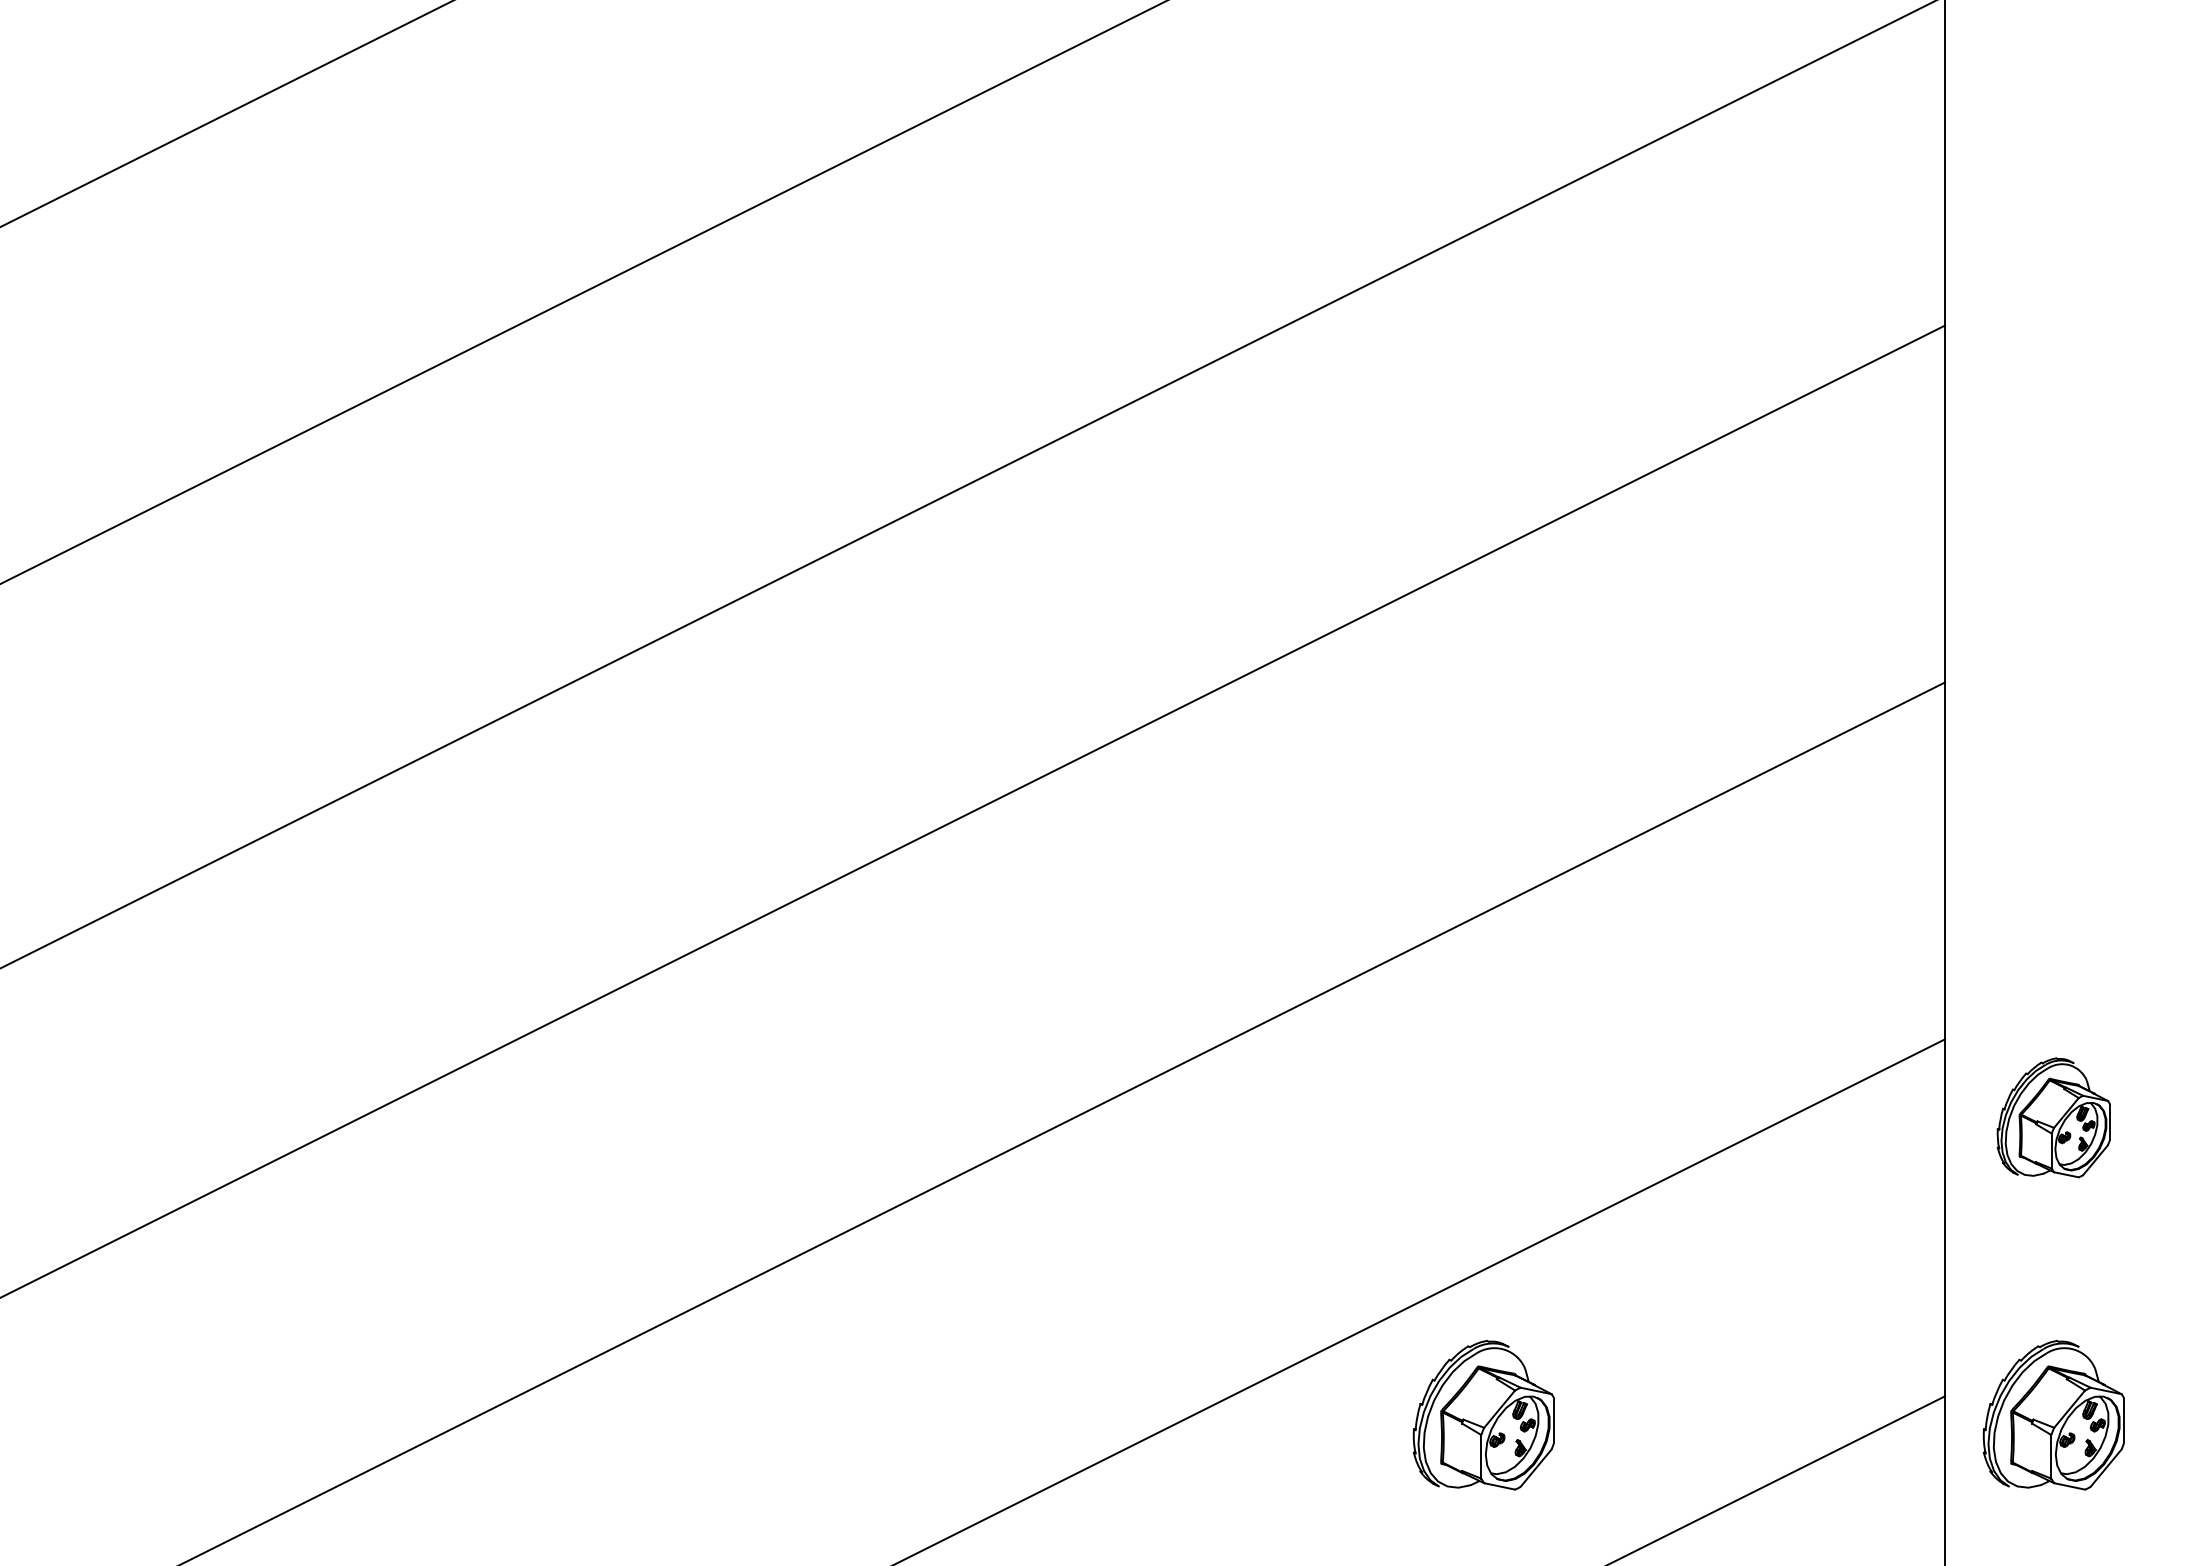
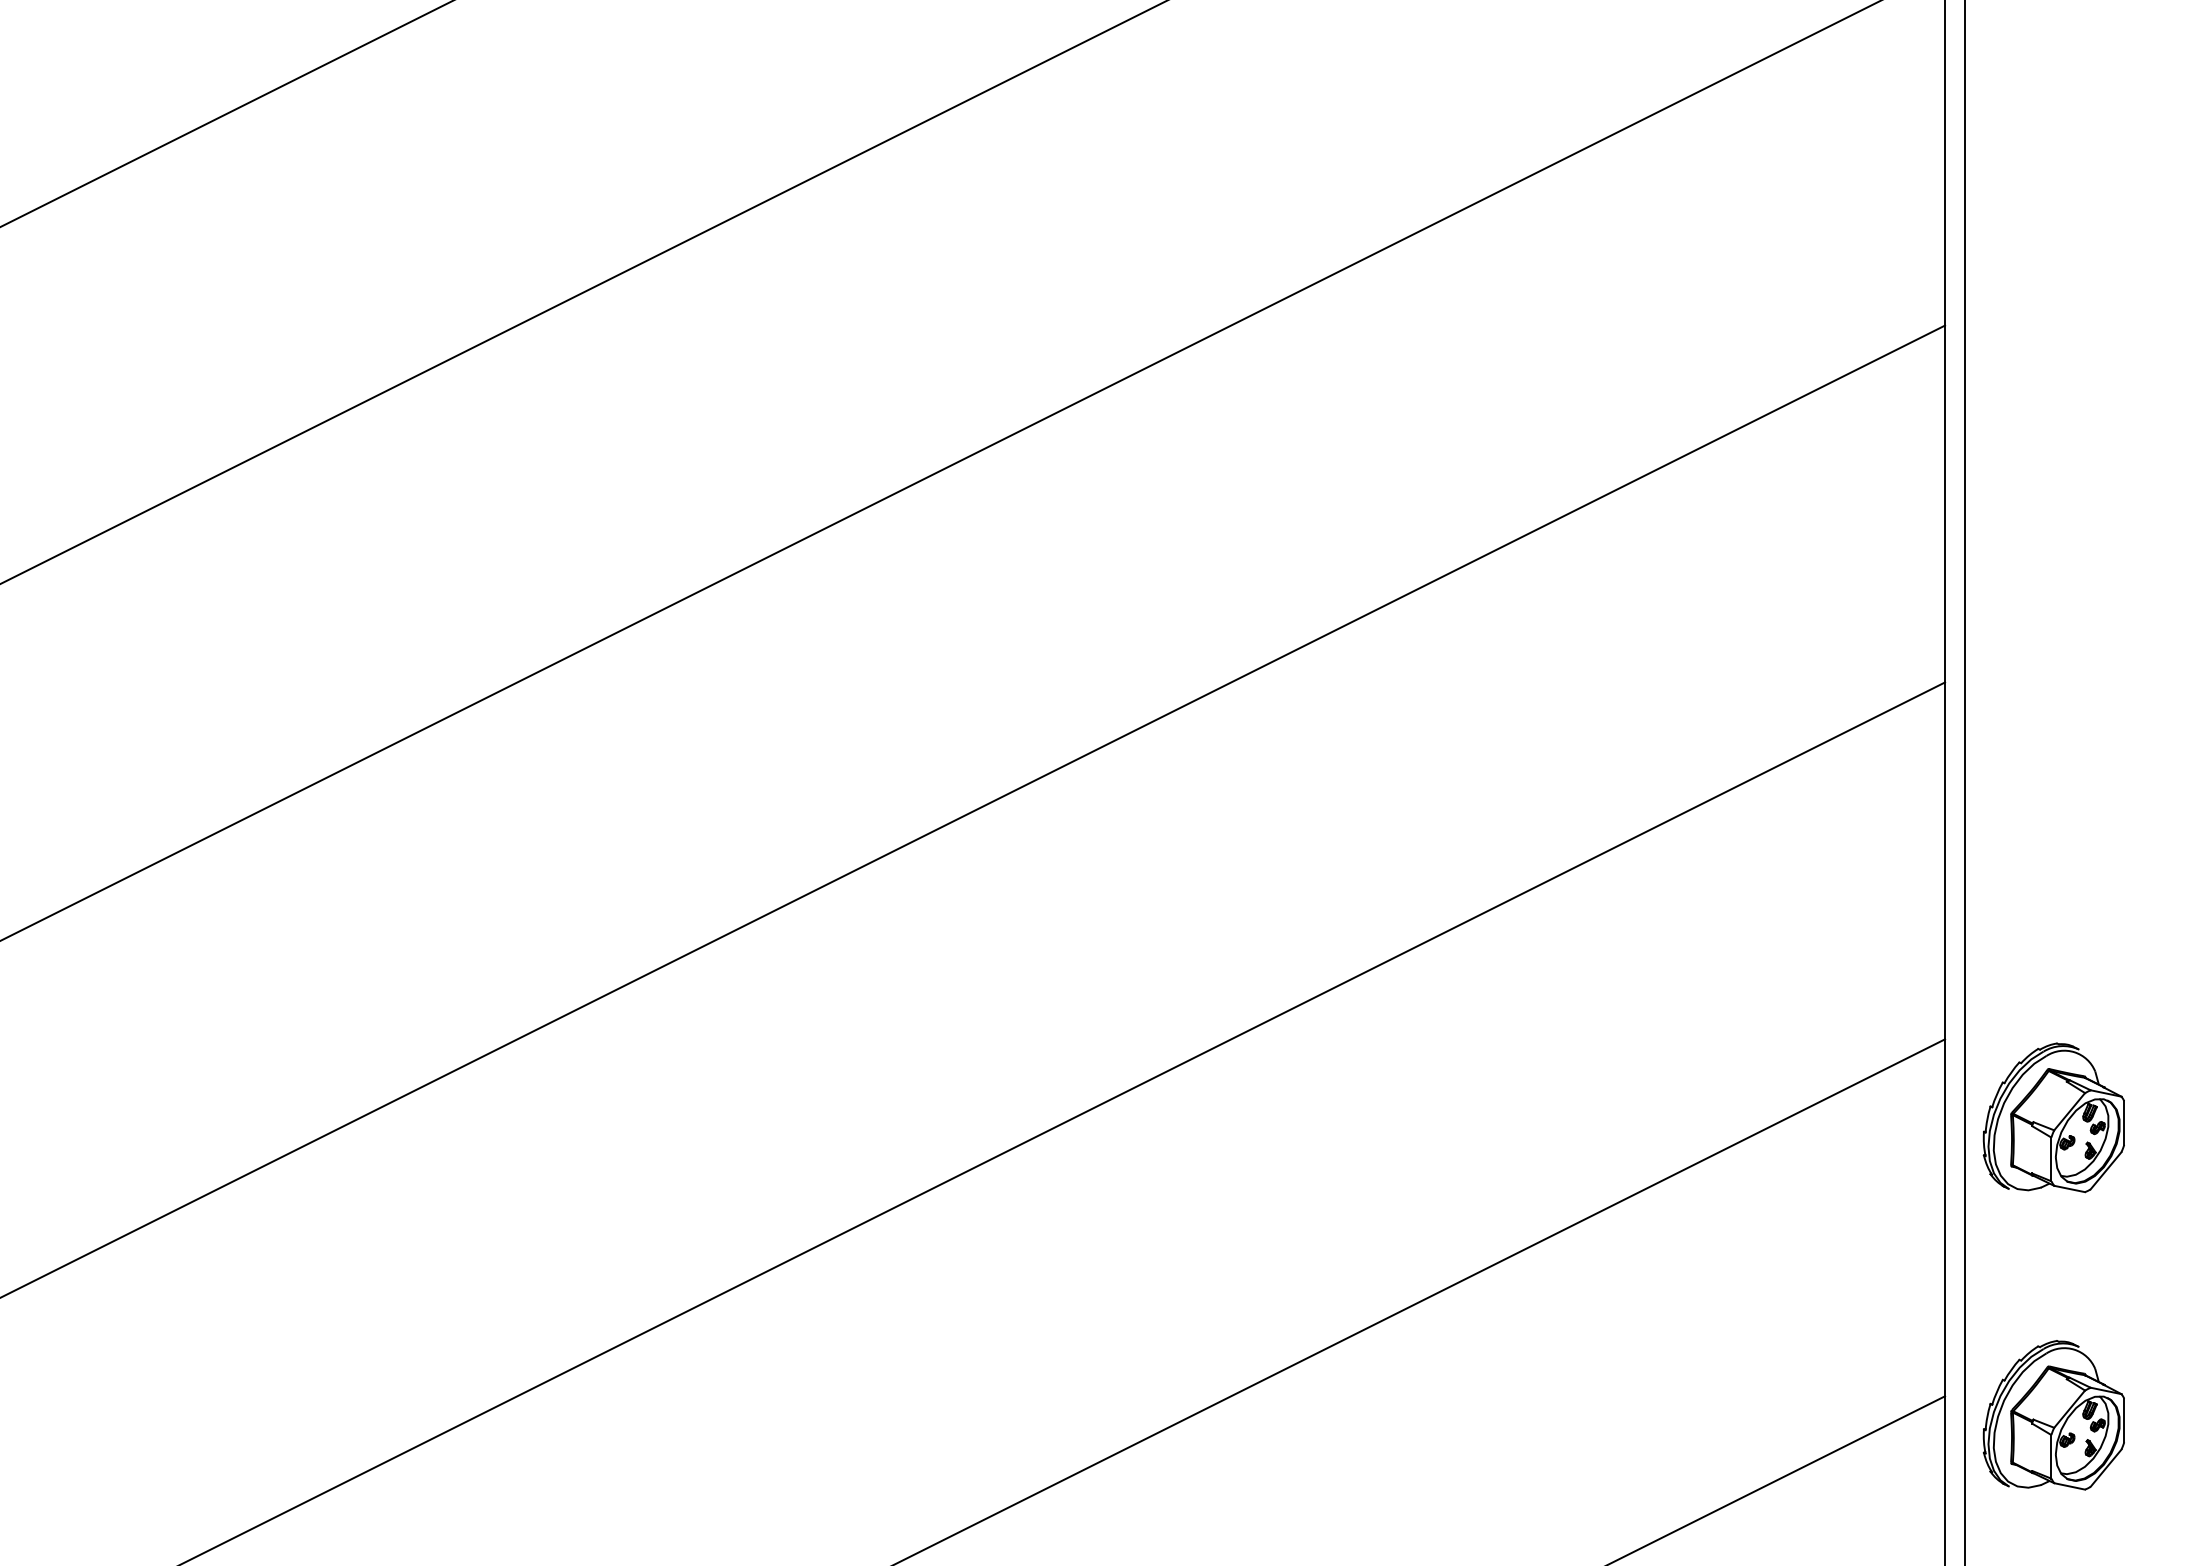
line at (967, 484) position: (967, 484) -> (939, 471)
line at (1965, 782): none -> present
part at (2053, 1117) size: 115x122 px -> 143x152 px
part at (1483, 1415): present -> none
